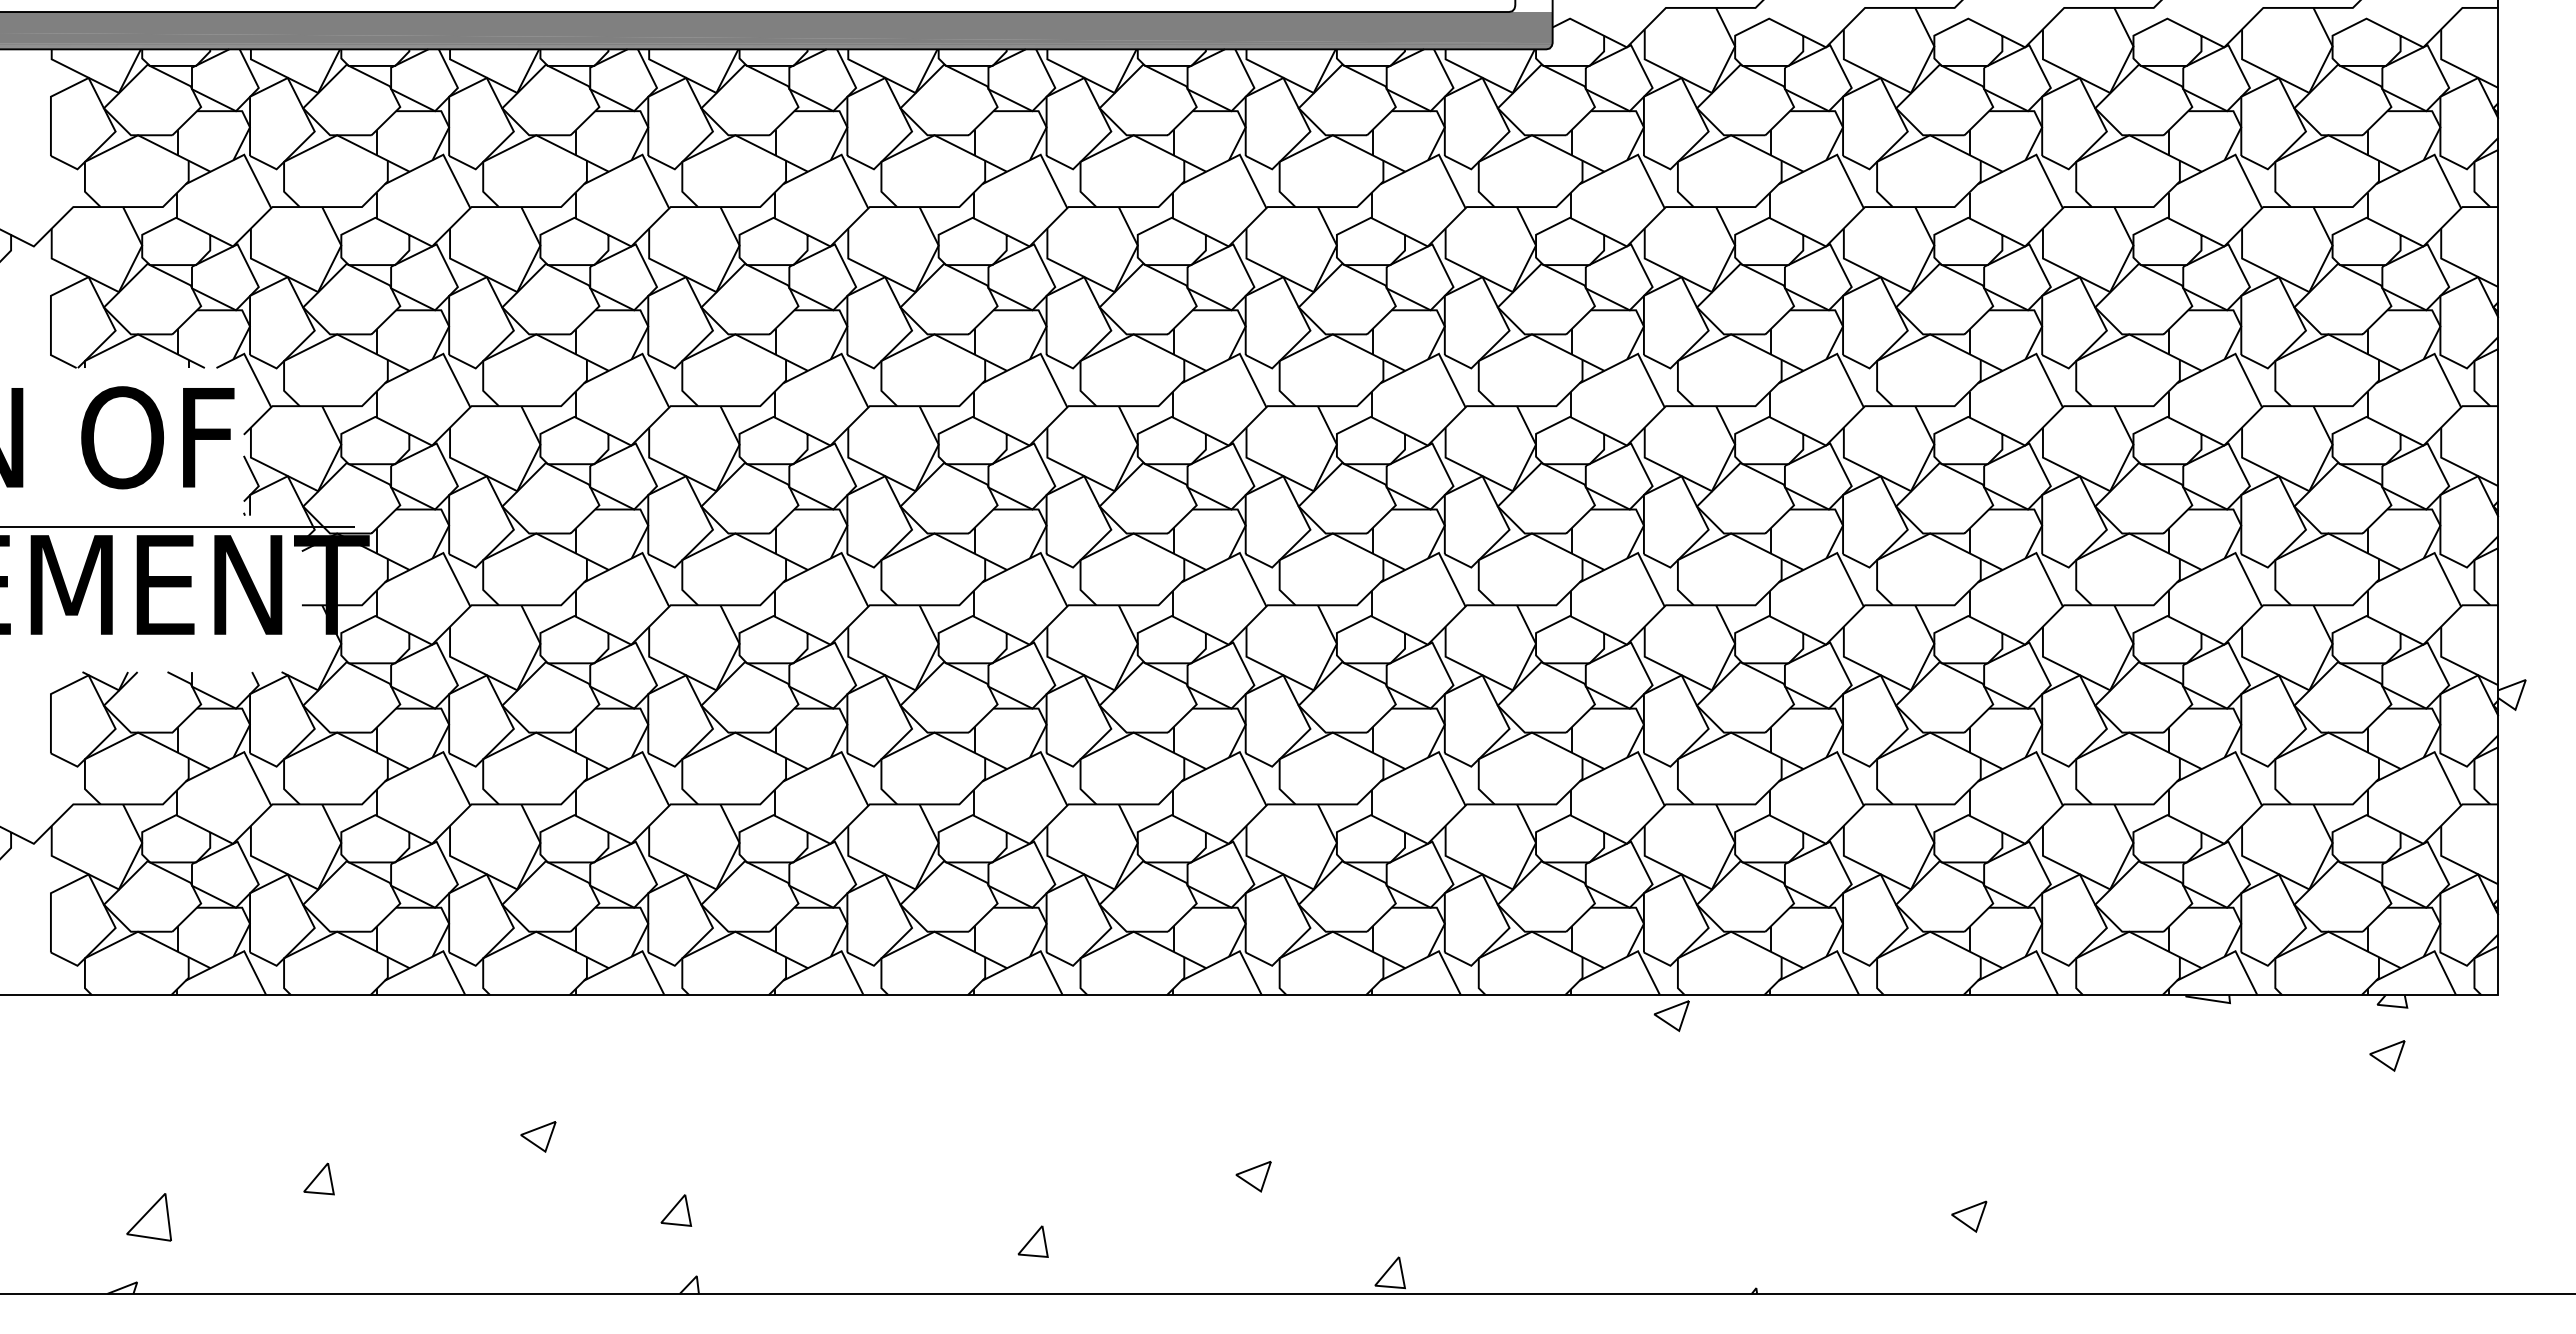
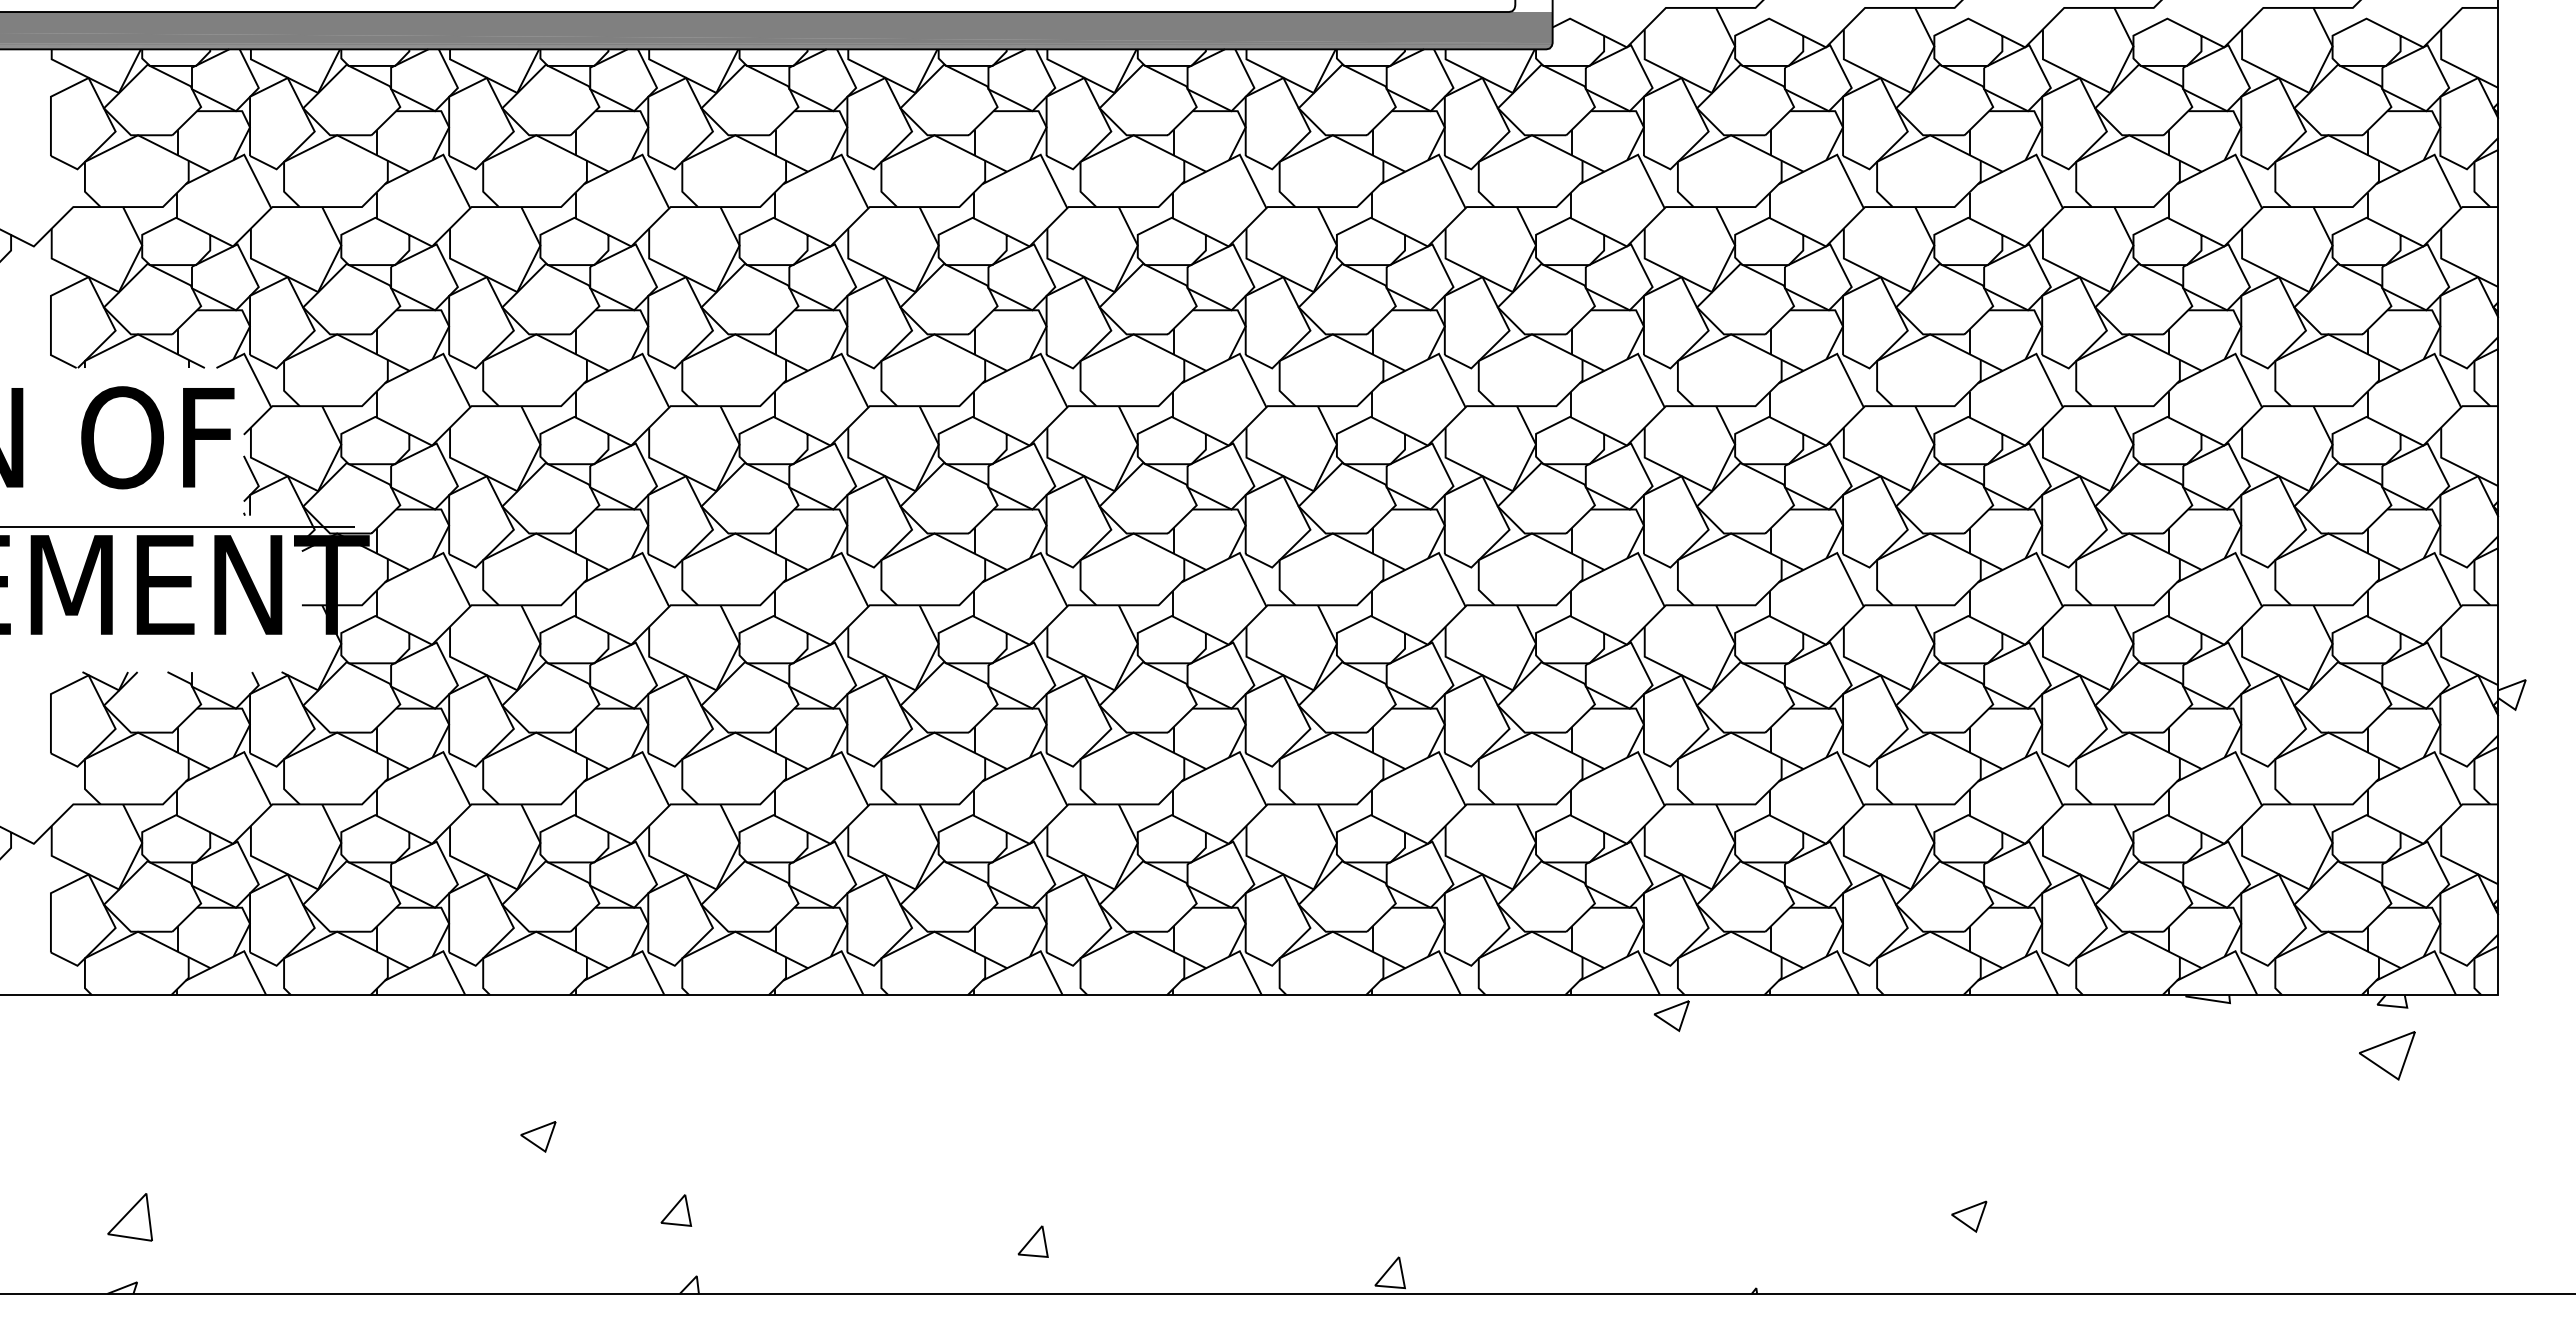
part at (2387, 1055) size: 37x32 px -> 57x50 px
part at (1253, 1176): present -> none
part at (318, 1178): present -> none
part at (148, 1217) position: (148, 1217) -> (129, 1217)
